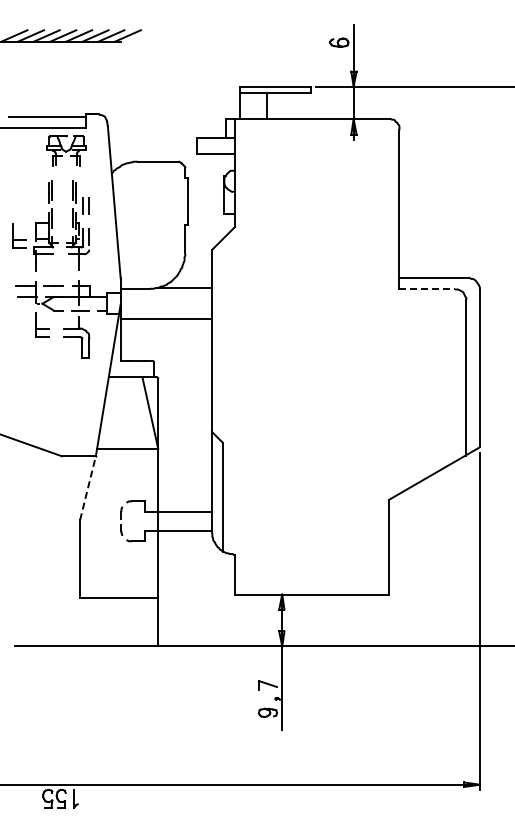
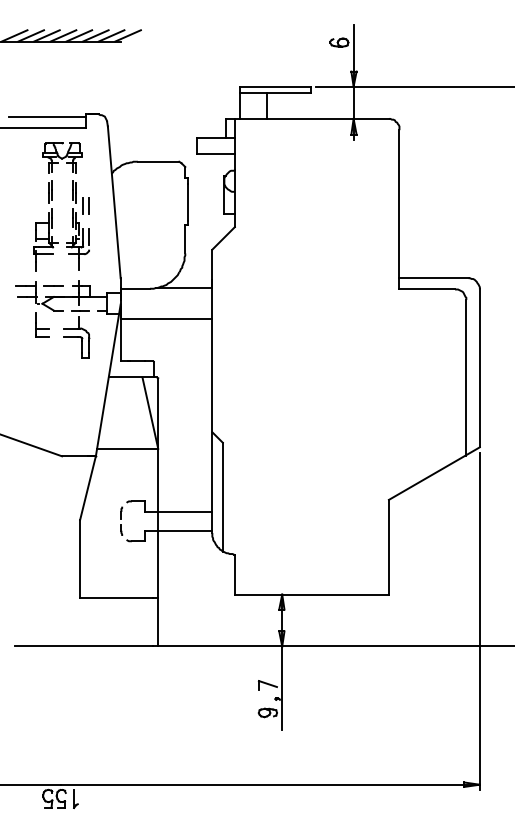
part at (66, 150) position: (66, 150) -> (62, 157)
part at (19, 235): present -> none
line at (427, 289): dashed -> solid
line at (87, 488): dashed -> solid
